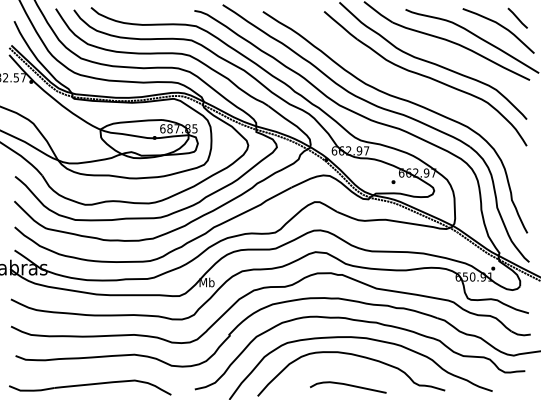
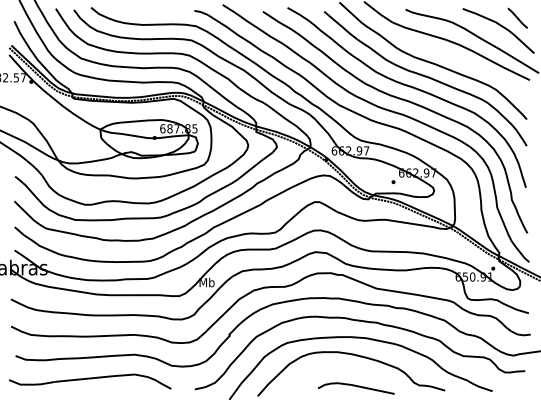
curve at (409, 87): none -> present
curve at (349, 386) position: (349, 386) -> (357, 387)
part at (90, 387) position: (90, 387) -> (90, 381)
